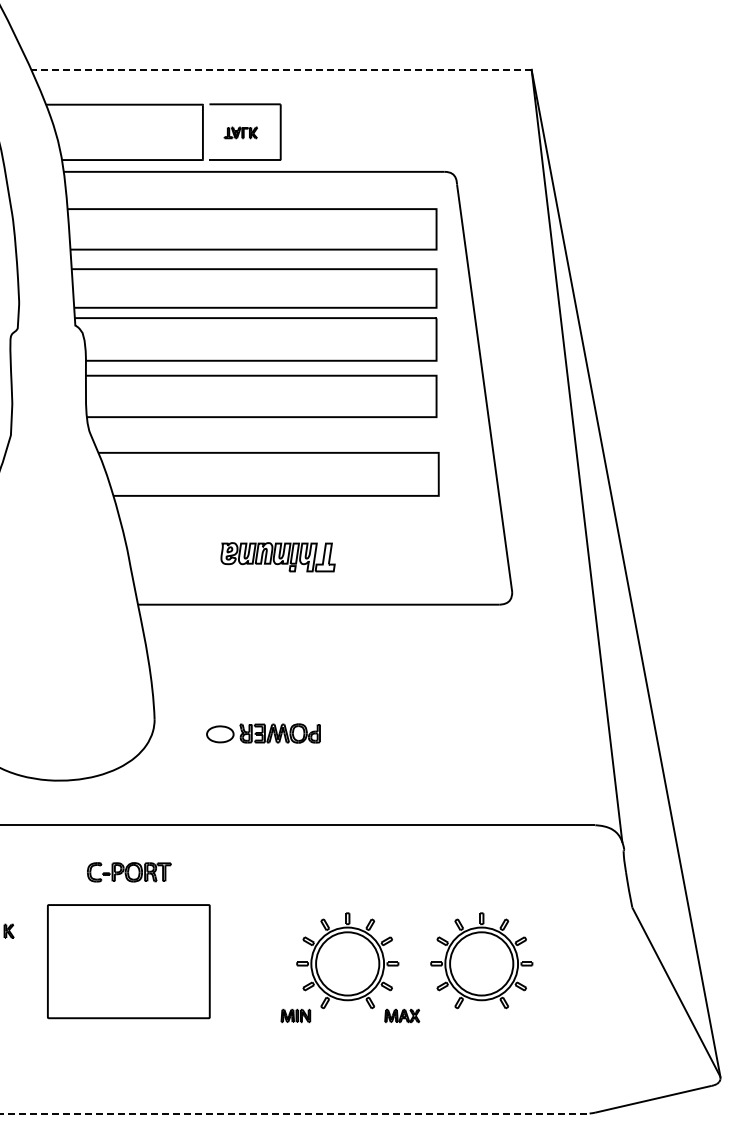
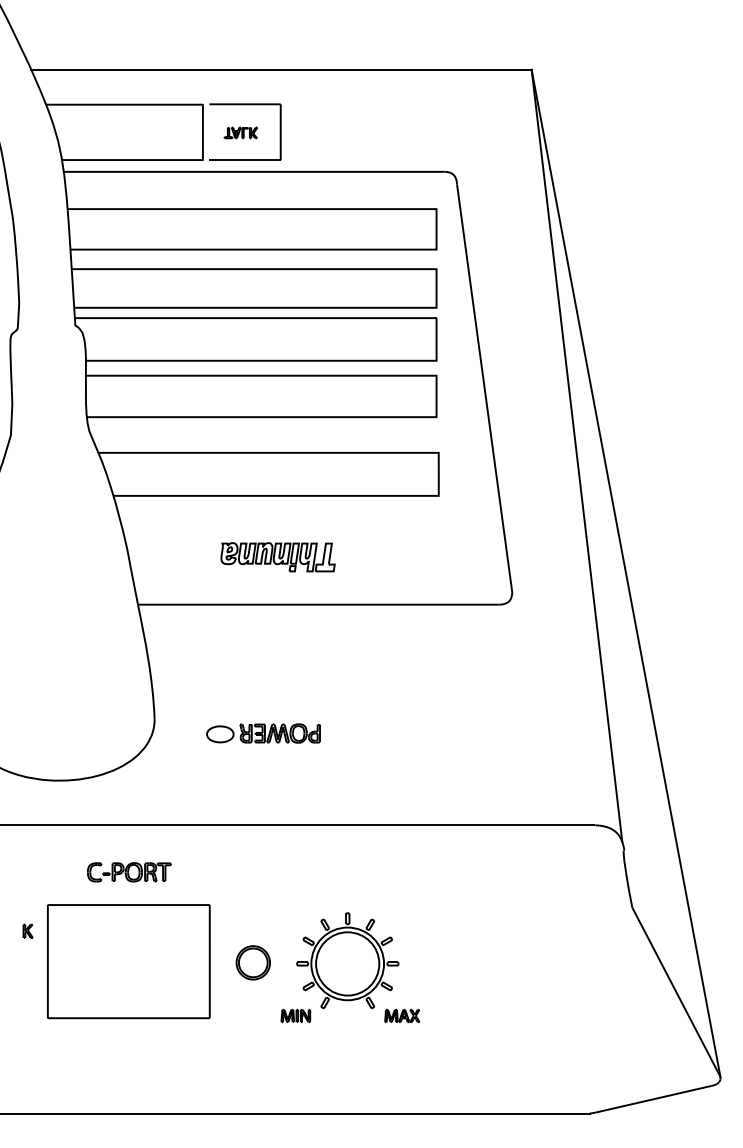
line at (281, 69): dashed -> solid
part at (8, 930) position: (8, 930) -> (27, 930)
part at (481, 960): present -> none
part at (252, 962): none -> present
line at (295, 1113): dashed -> solid
